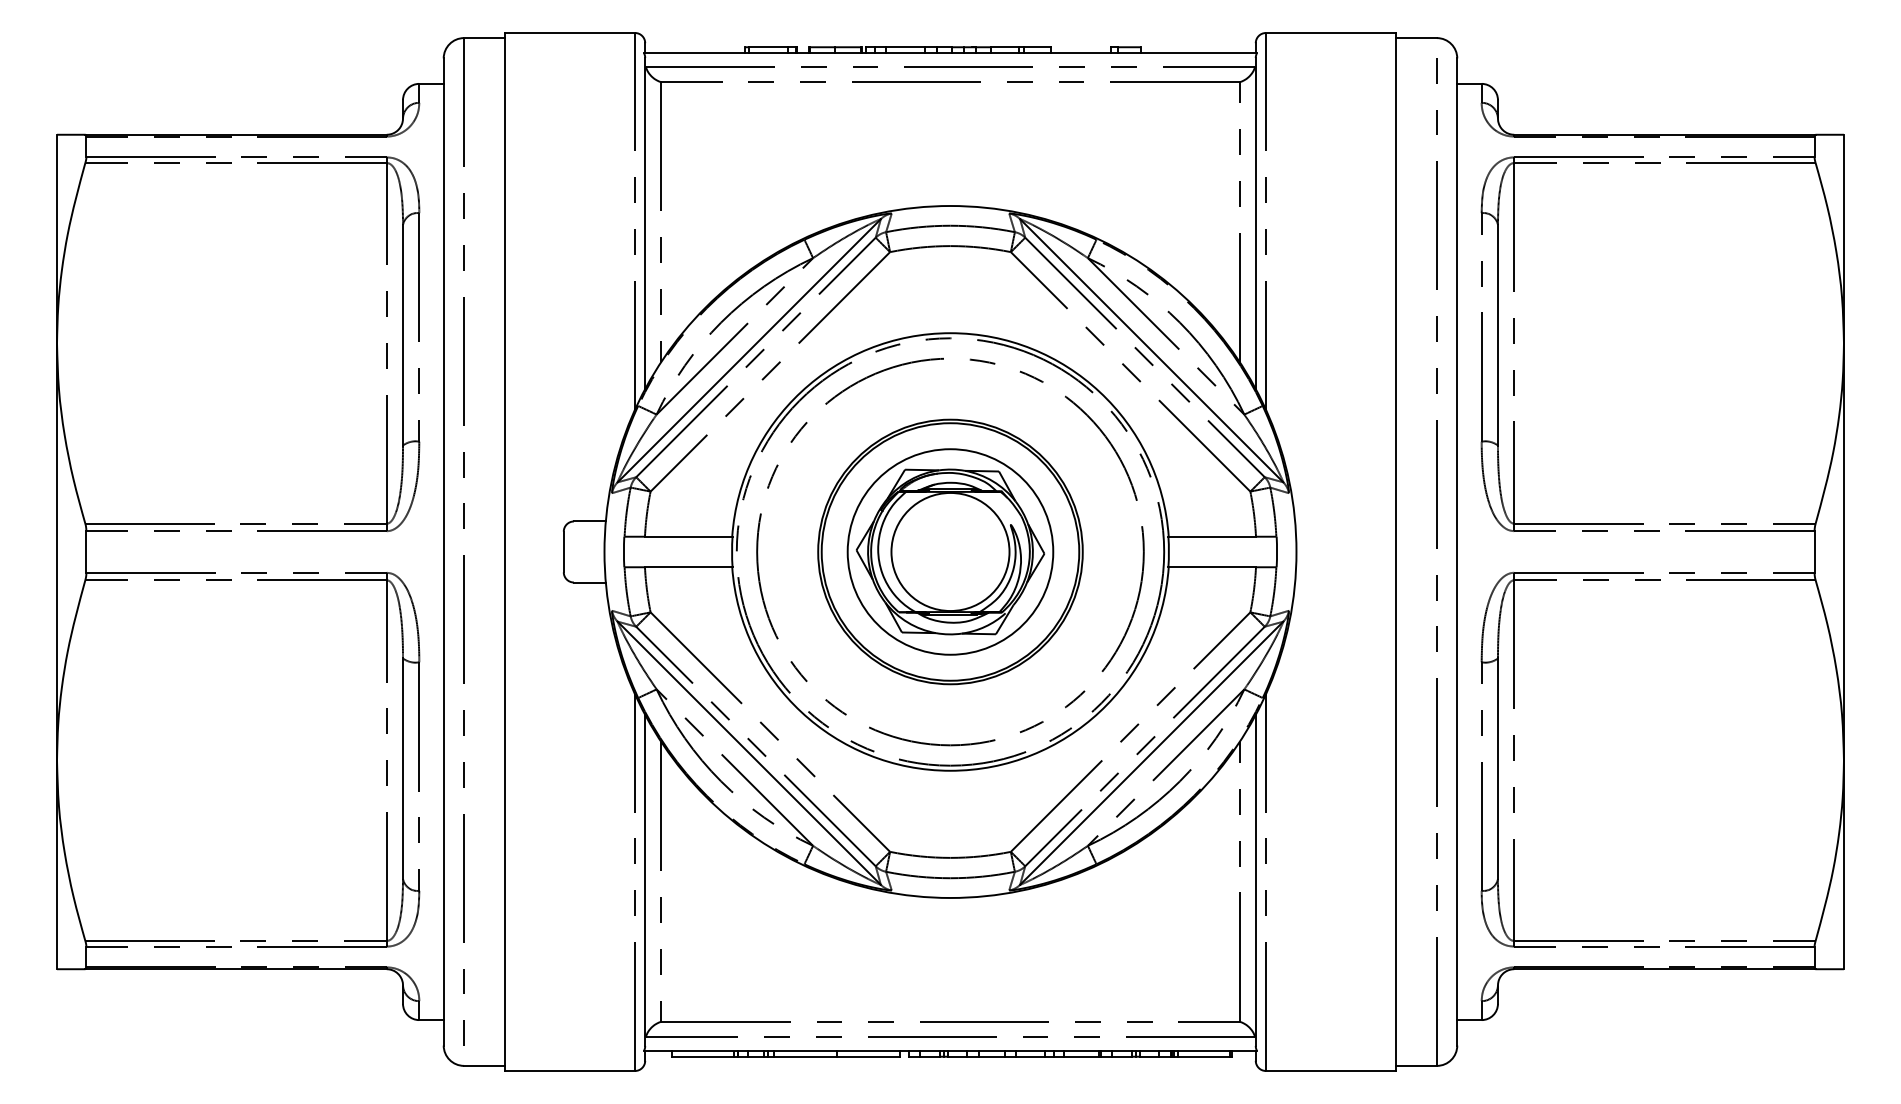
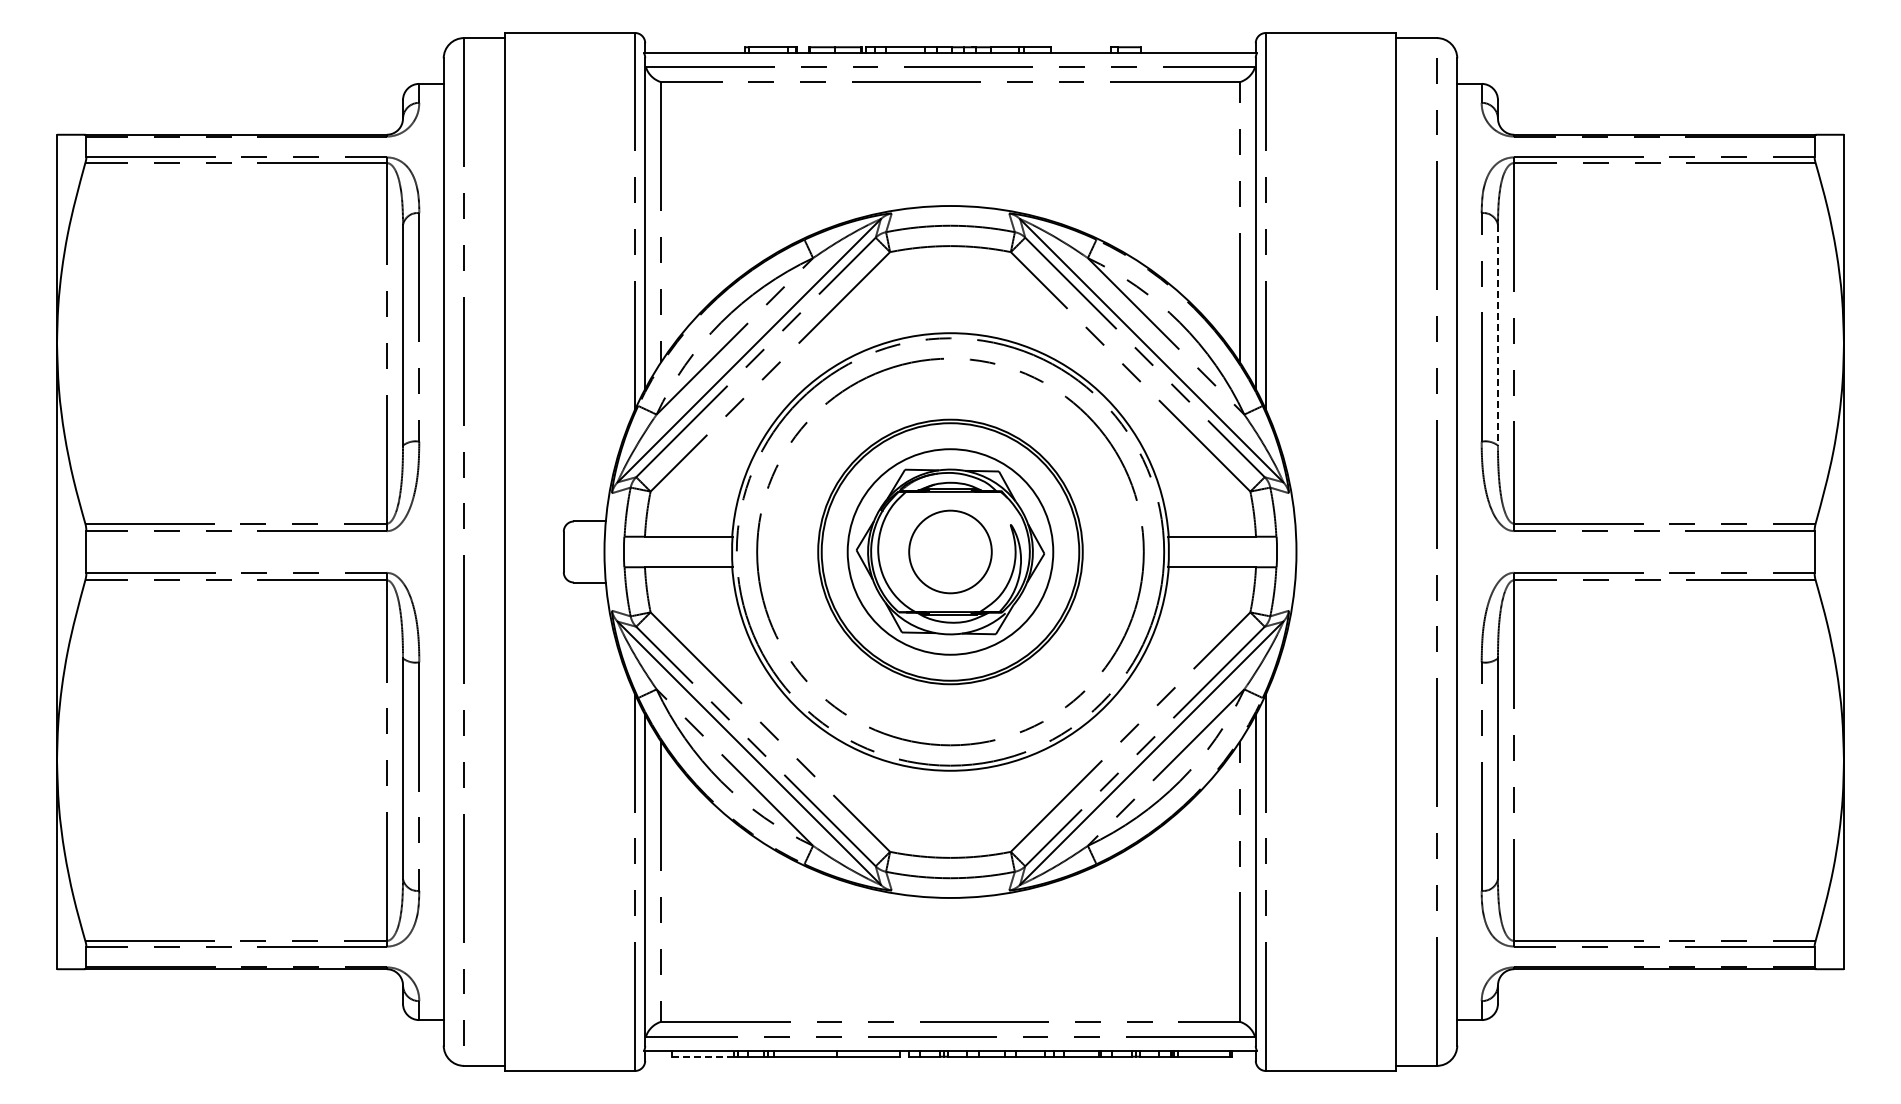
line at (1497, 335): solid -> dashed
circle at (950, 551) diameter: 118 px -> 83 px
line at (702, 1056): solid -> dashed
